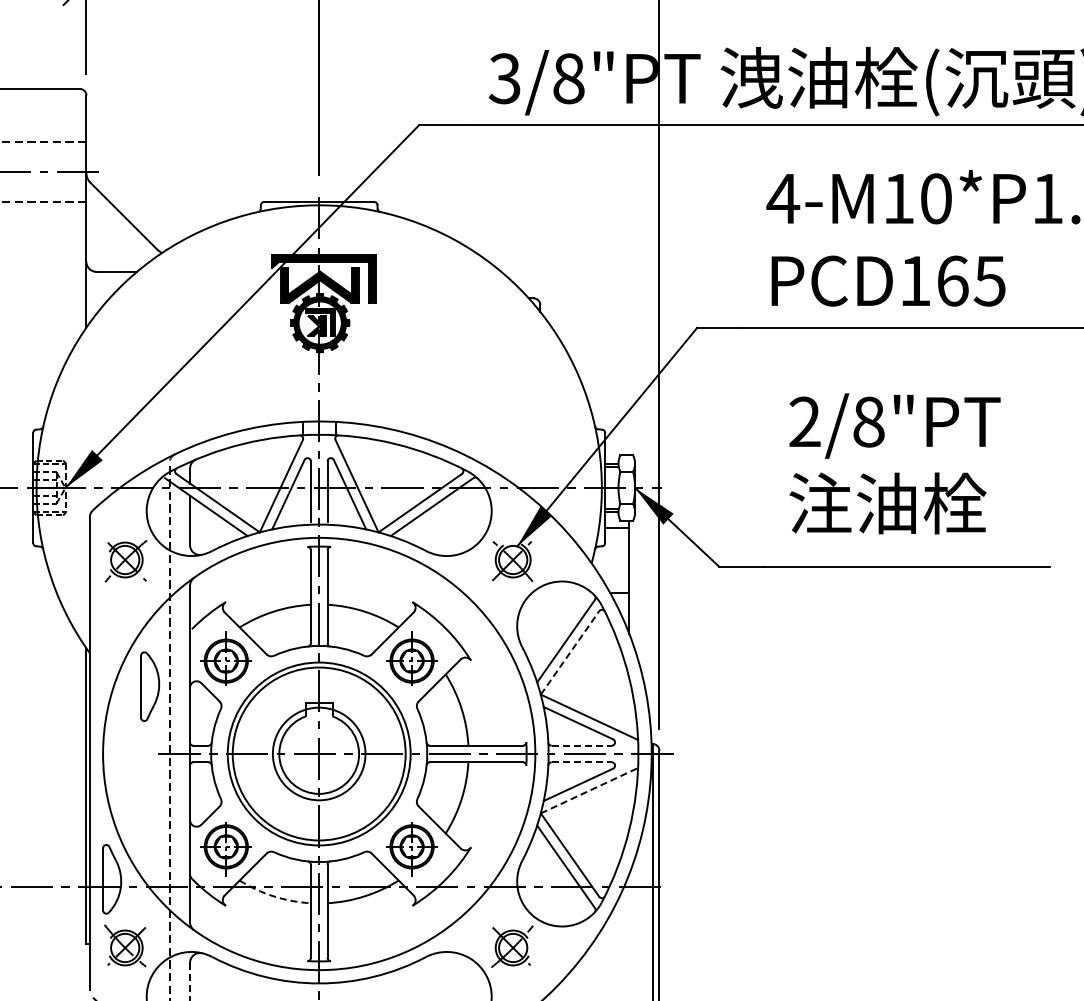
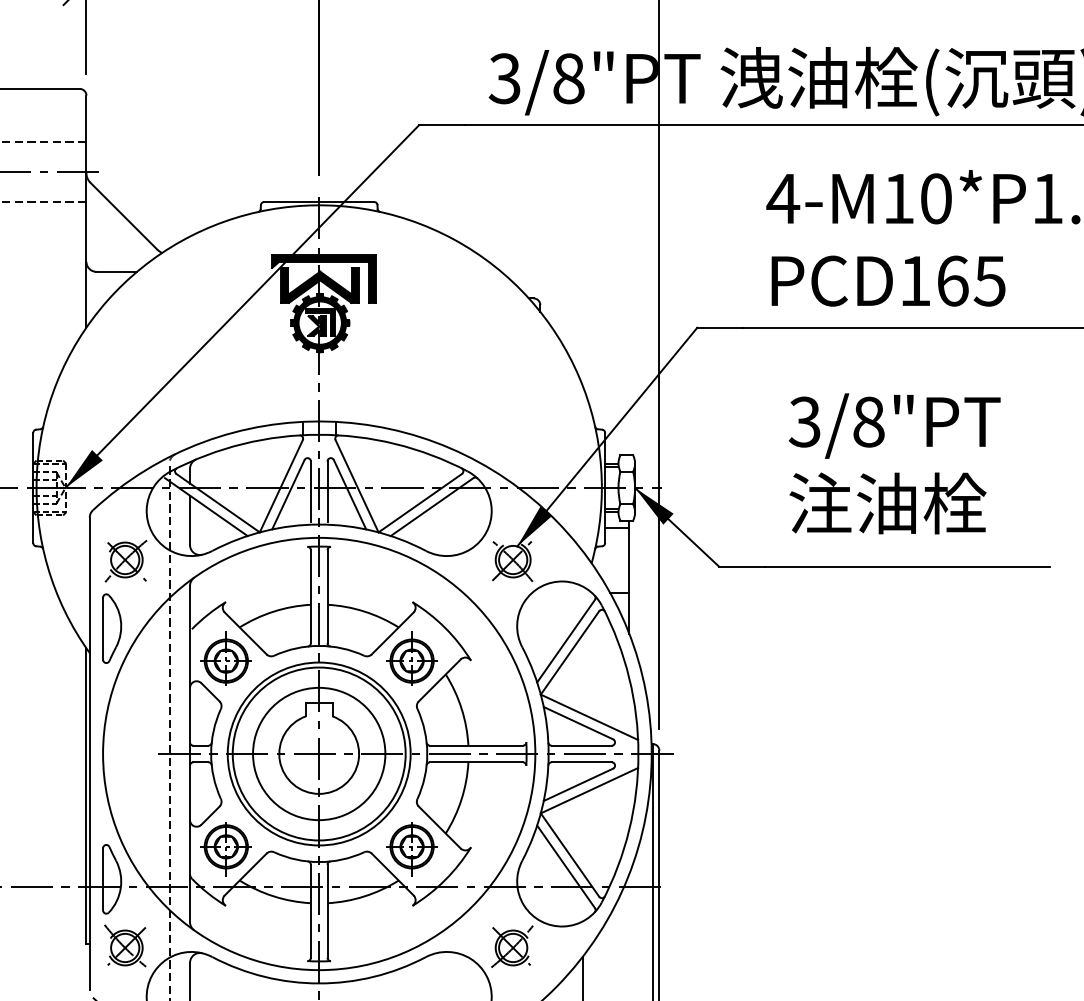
text at (804, 422): 2/8"PT -> 3/8"PT
line at (570, 652): dashed -> solid
part at (150, 686) position: (150, 686) -> (112, 628)
line at (582, 745): dashed -> solid
circle at (318, 753) diameter: 93 px -> 132 px
line at (582, 762): dashed -> solid
line at (589, 790): dashed -> solid
arc at (273, 896): dashed -> solid
line at (582, 976): none -> present
line at (190, 981): dashed -> solid
